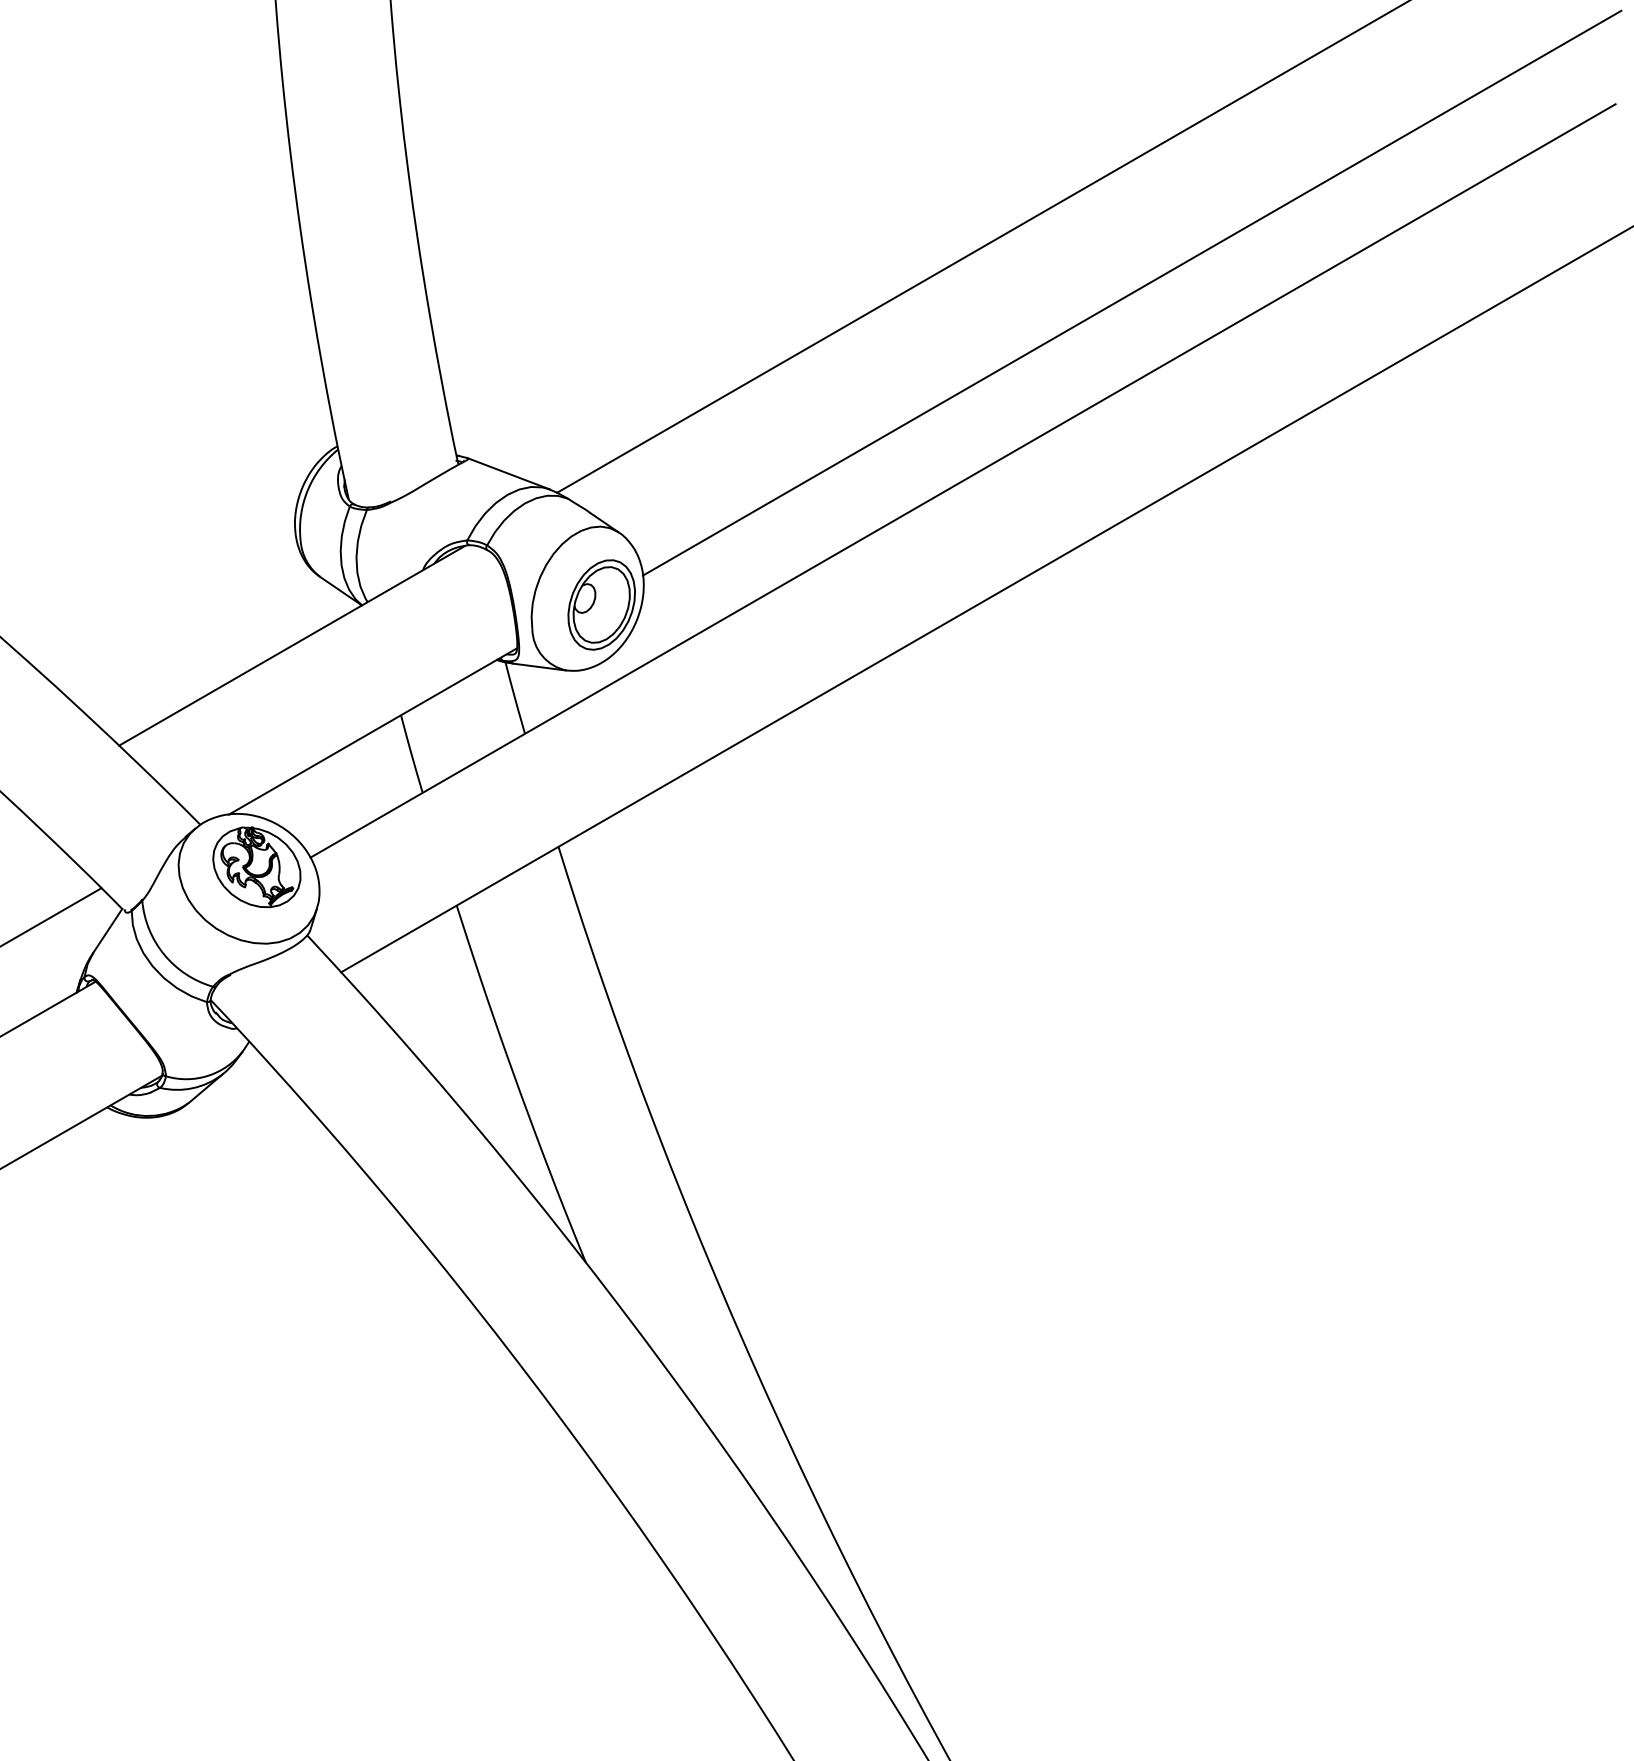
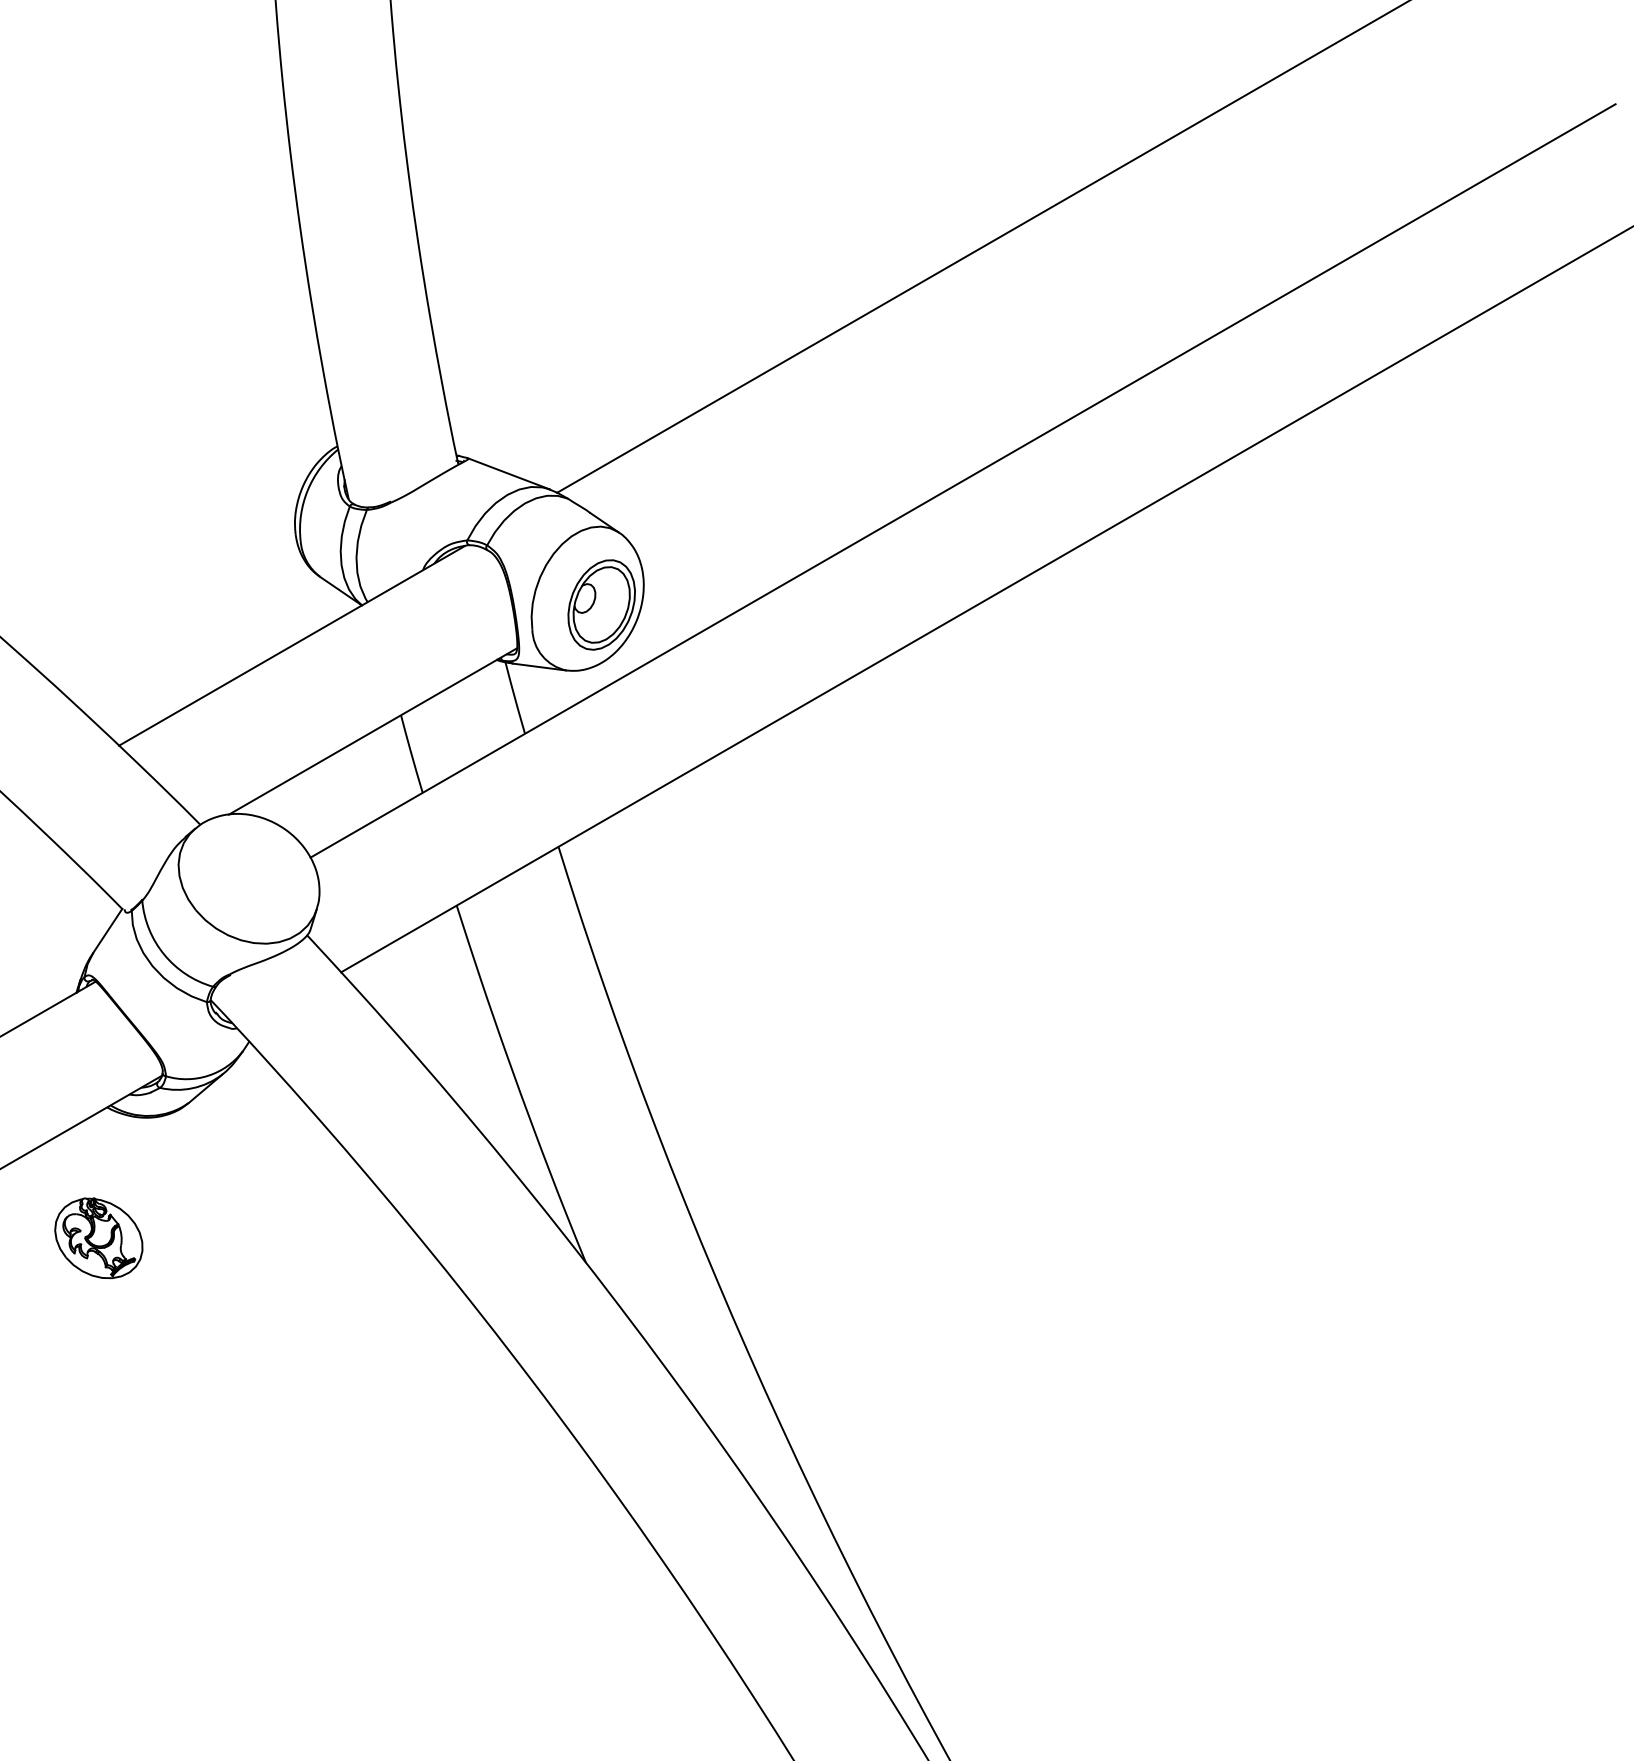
line at (1131, 292): present -> none
part at (256, 867) position: (256, 867) -> (98, 1238)
line at (51, 916): present -> none
